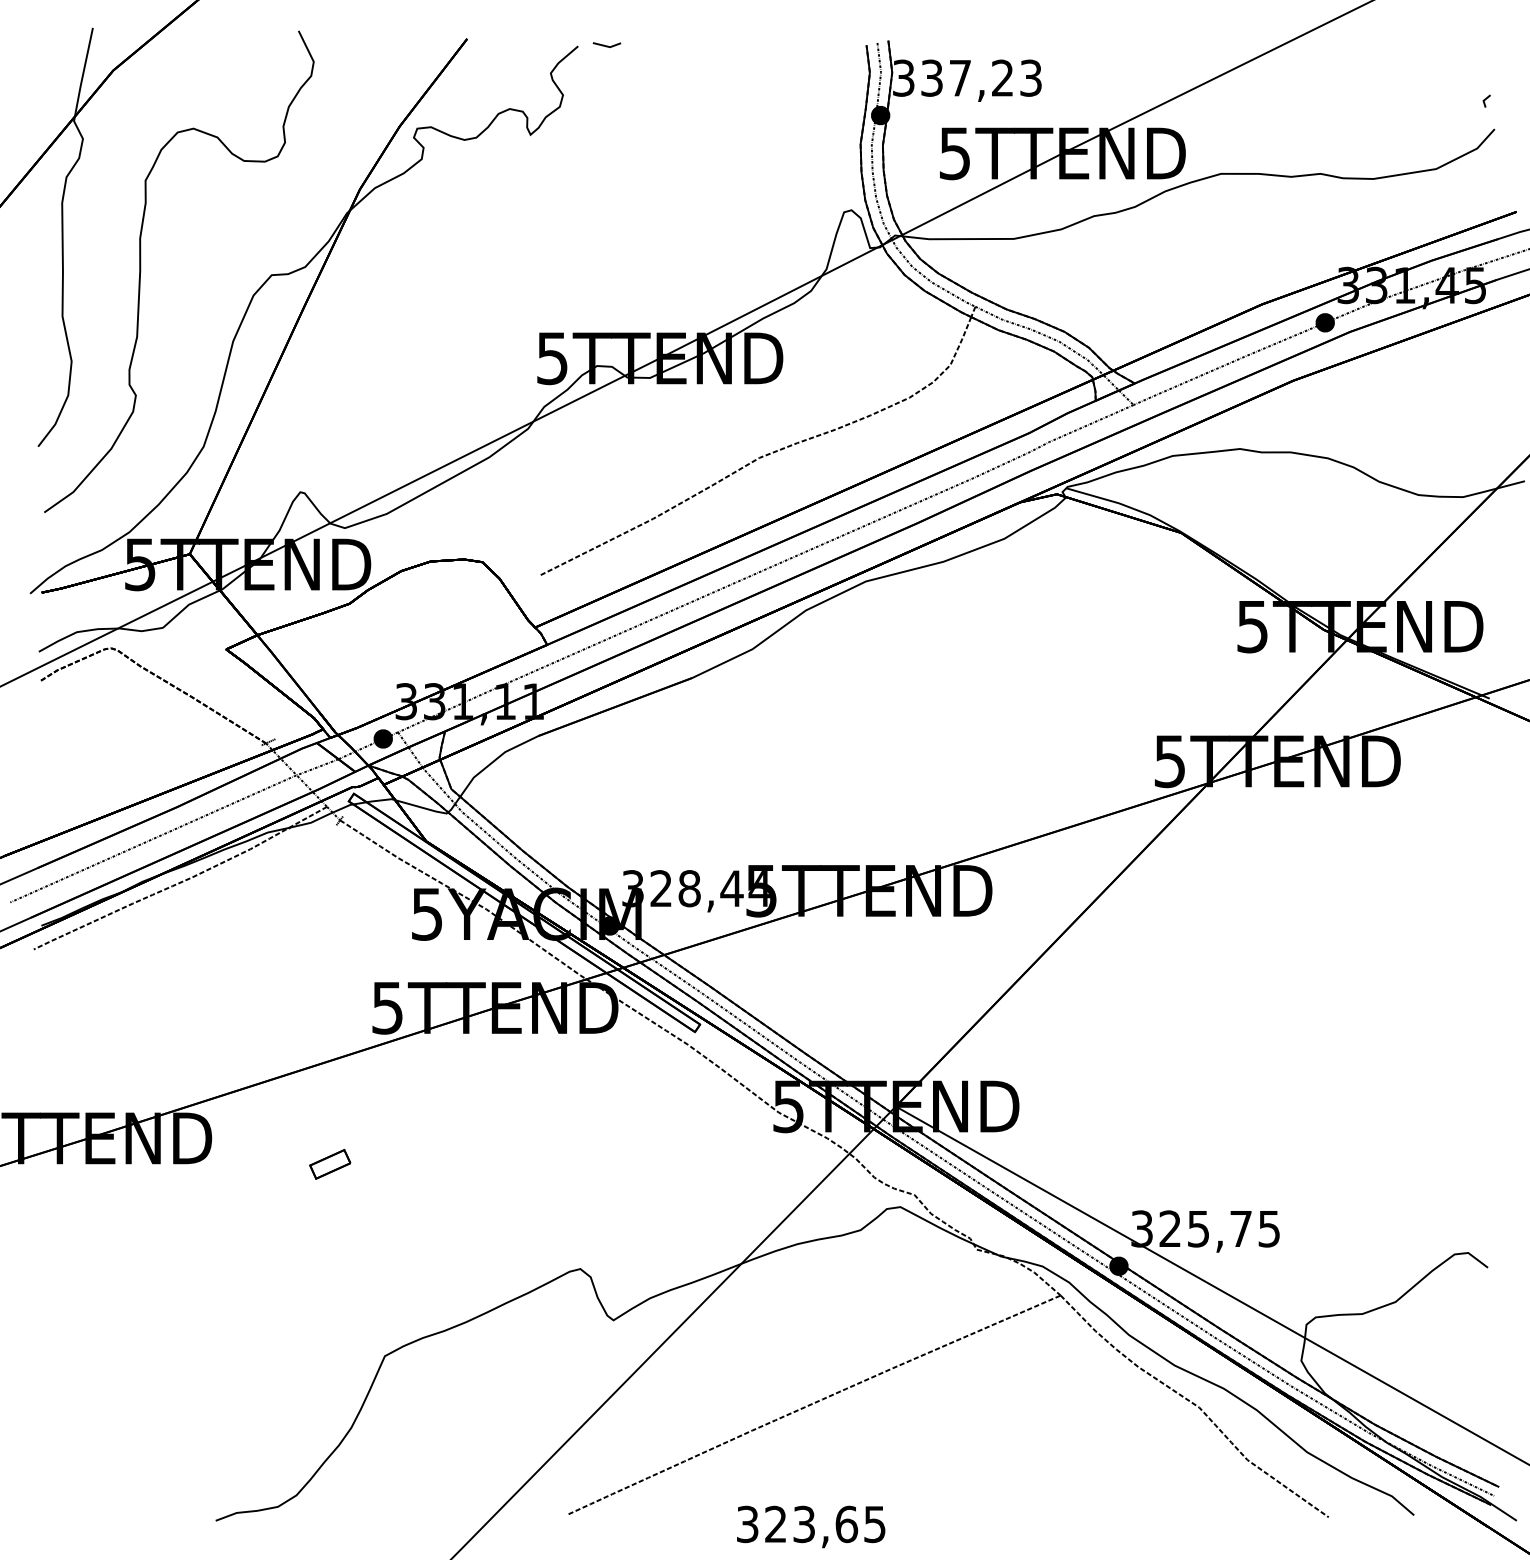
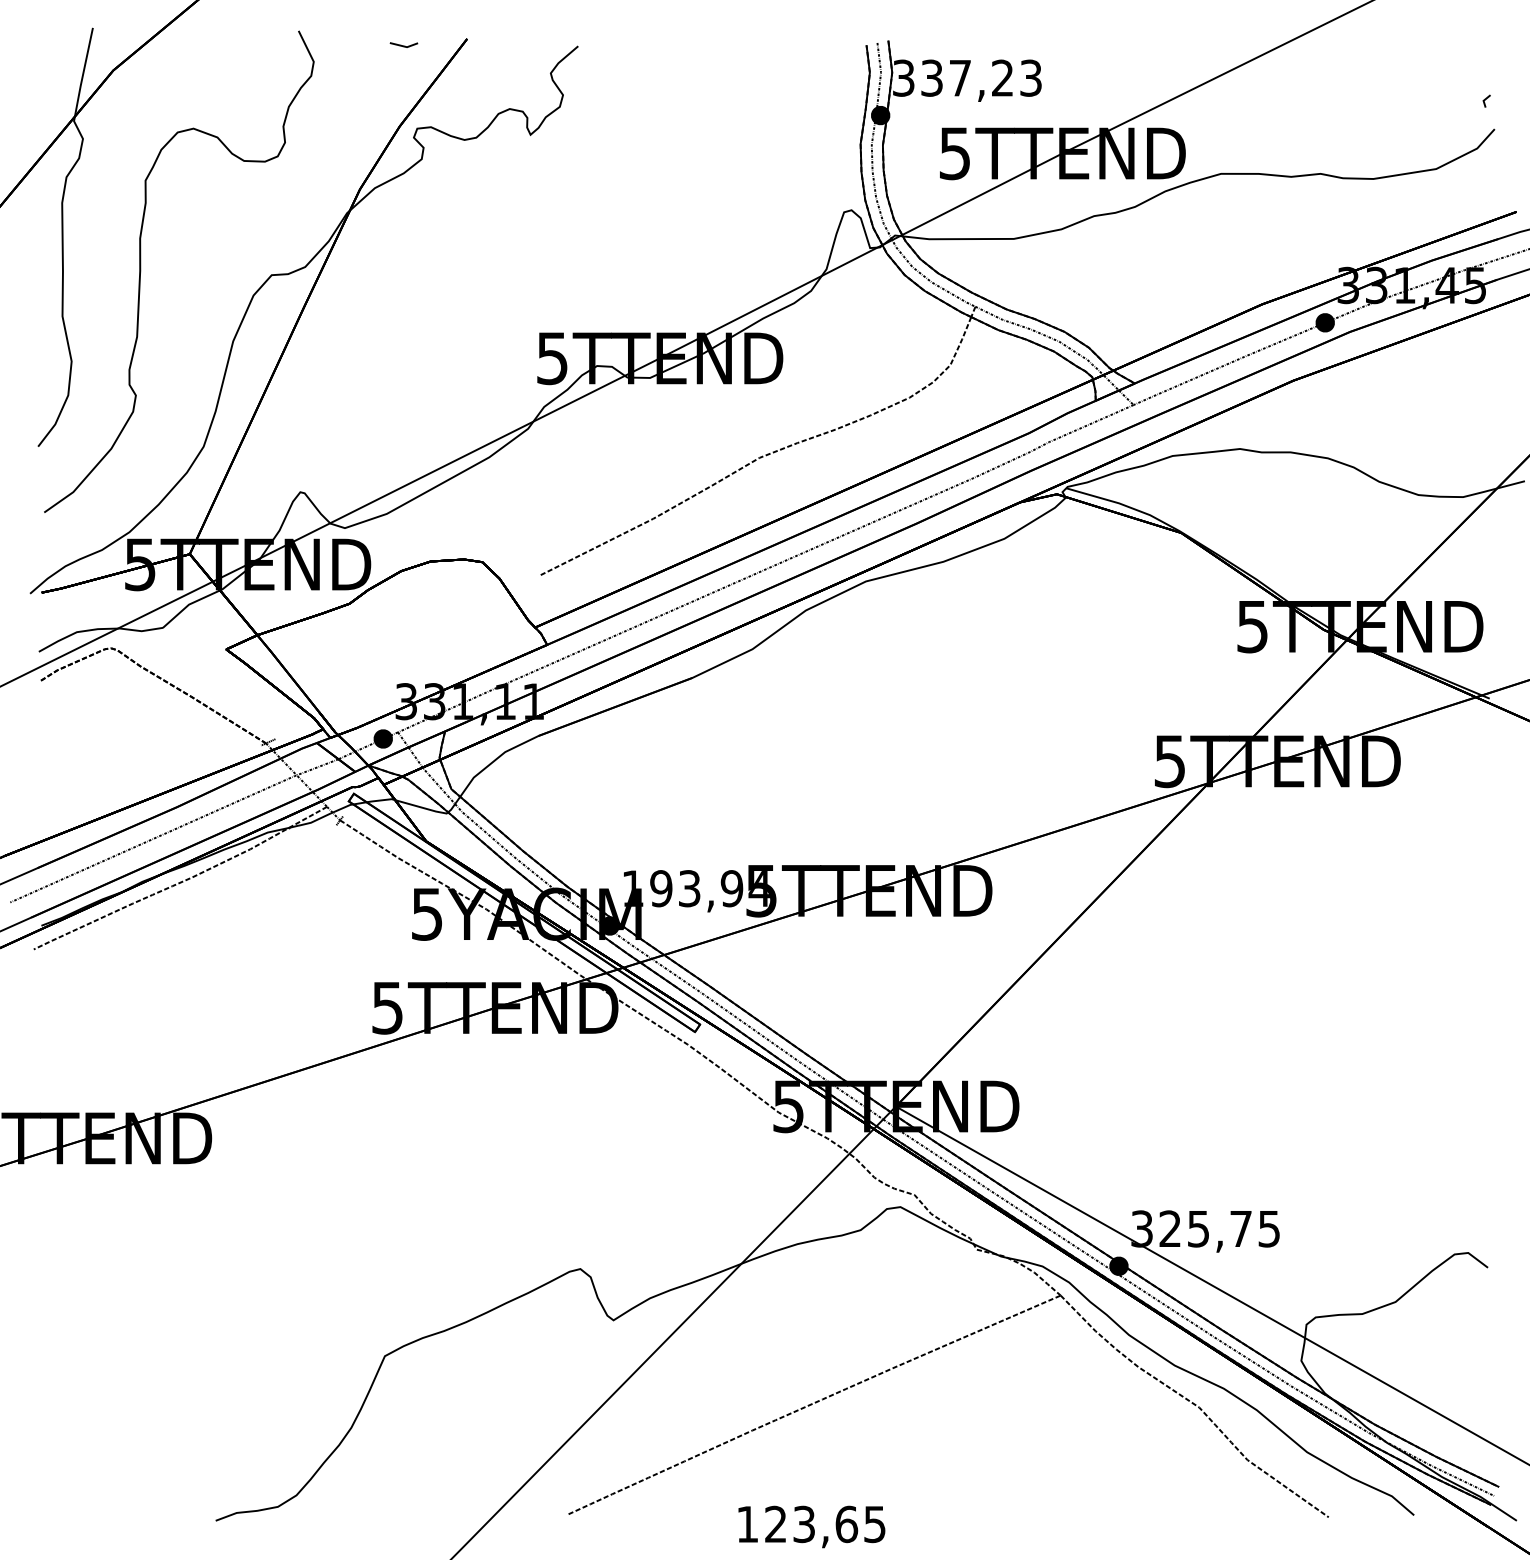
line at (606, 45) position: (606, 45) -> (403, 45)
text at (682, 888): 328,44 -> 193,94
part at (330, 1164): present -> none
text at (747, 1524): 323,65 -> 123,65
